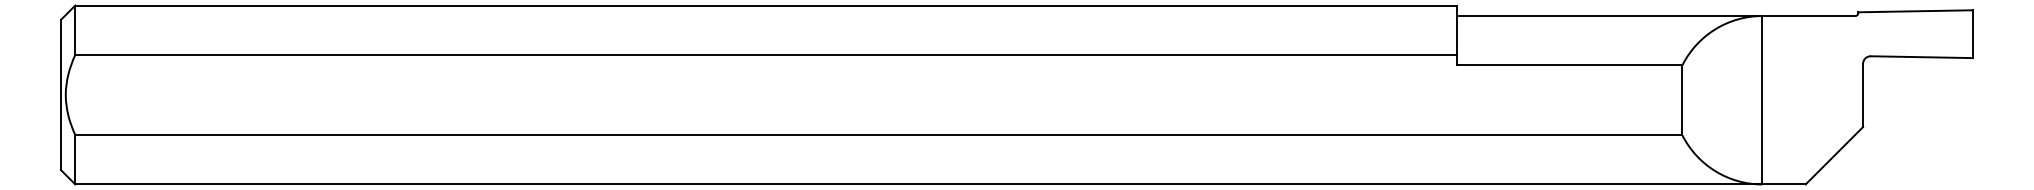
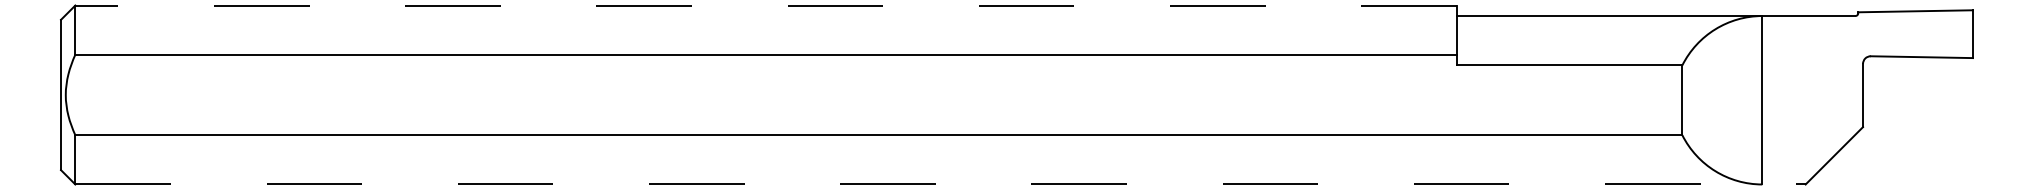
line at (766, 5): solid -> dashed
line at (941, 184): solid -> dashed
